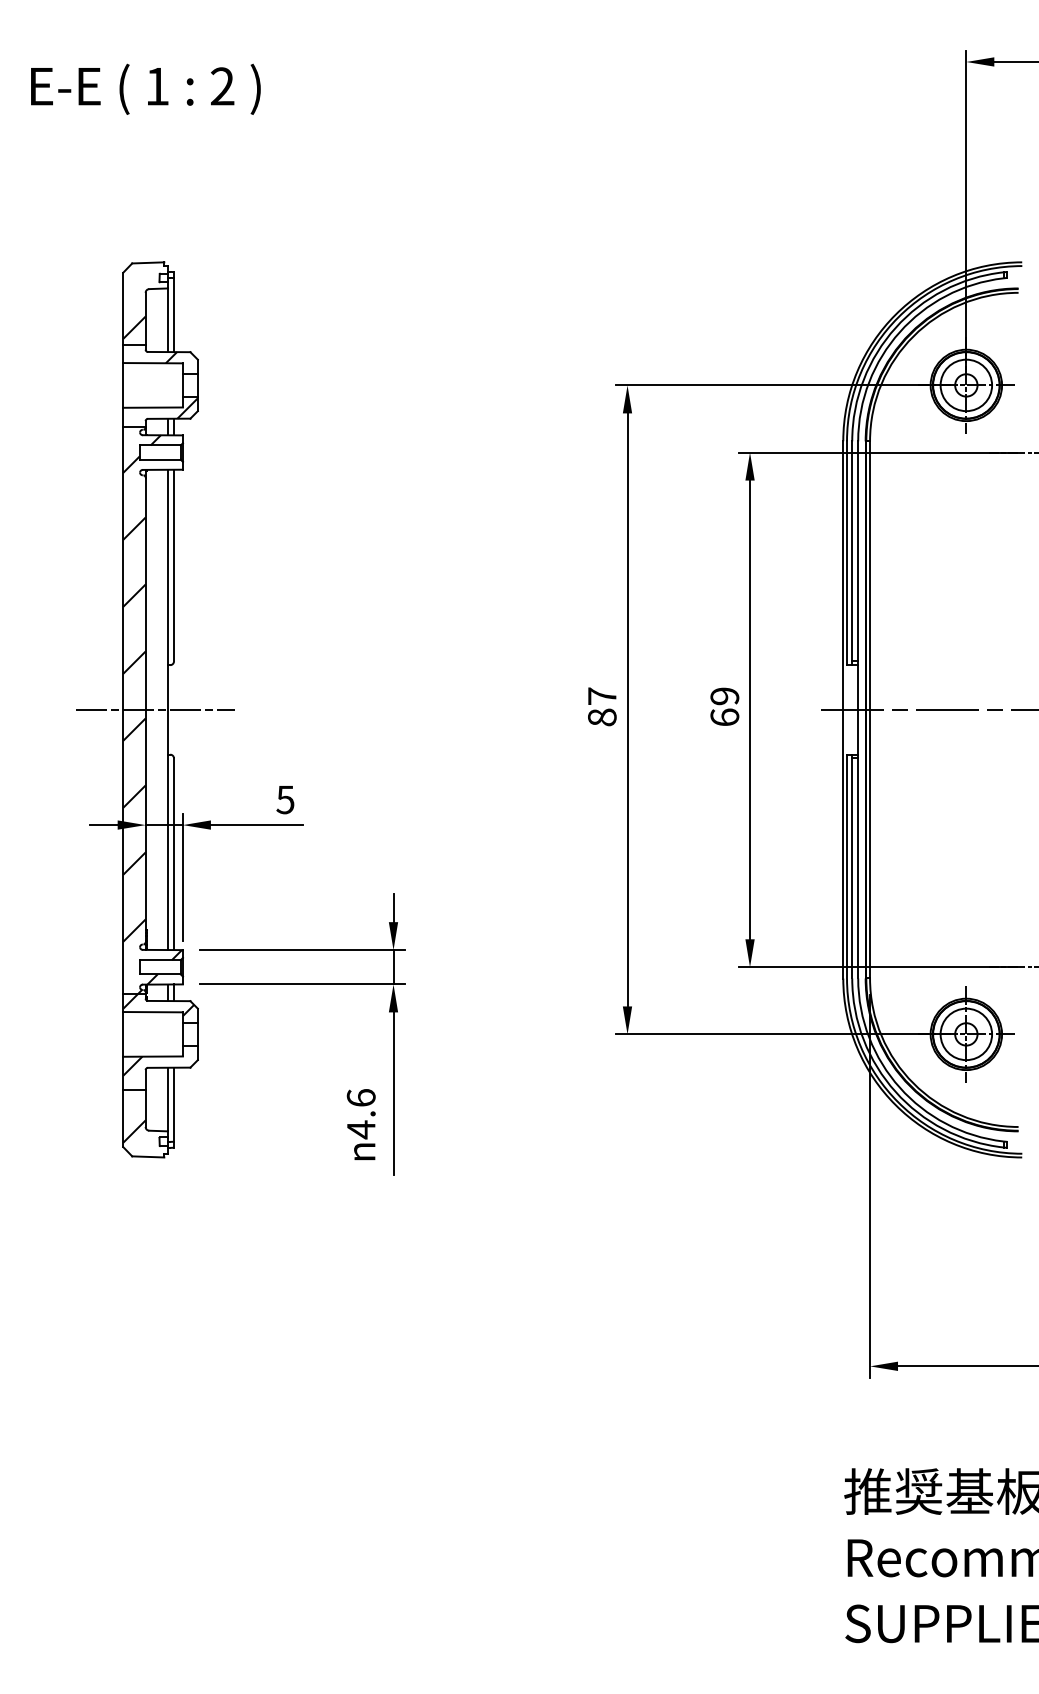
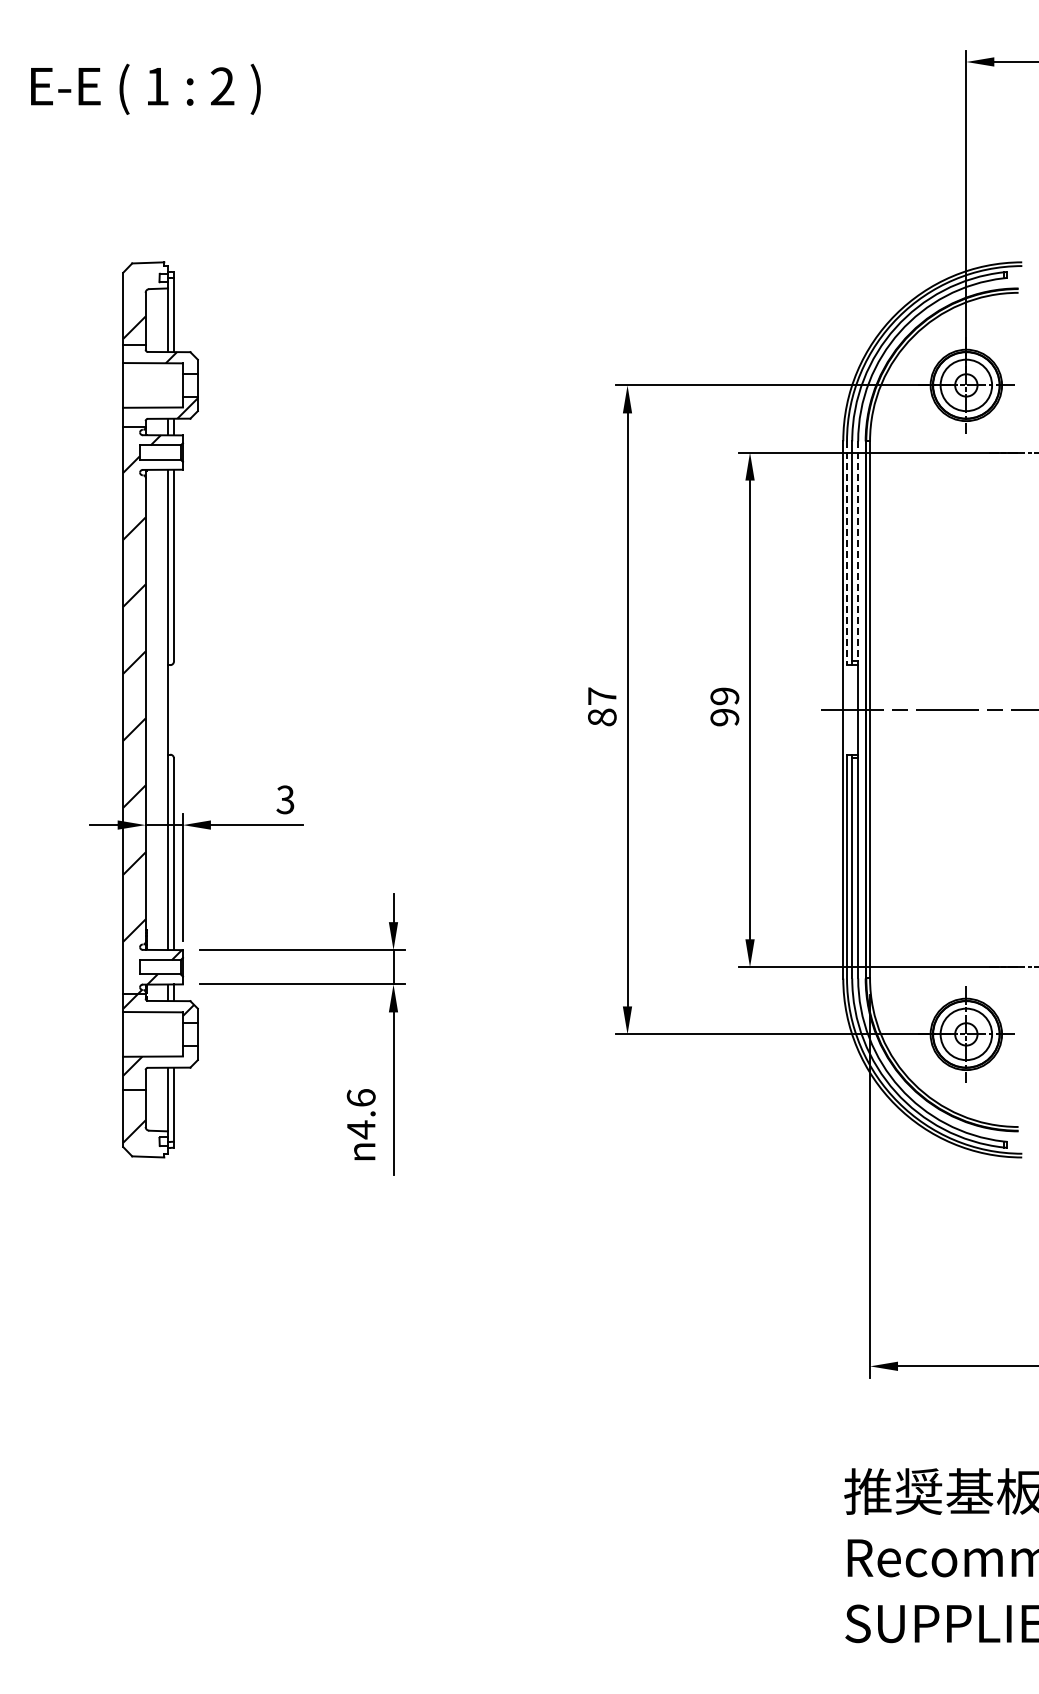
line at (858, 551): solid -> dashed
line at (847, 553): solid -> dashed
line at (155, 709): present -> none
text at (724, 717): 69 -> 99
text at (285, 799): 5 -> 3
